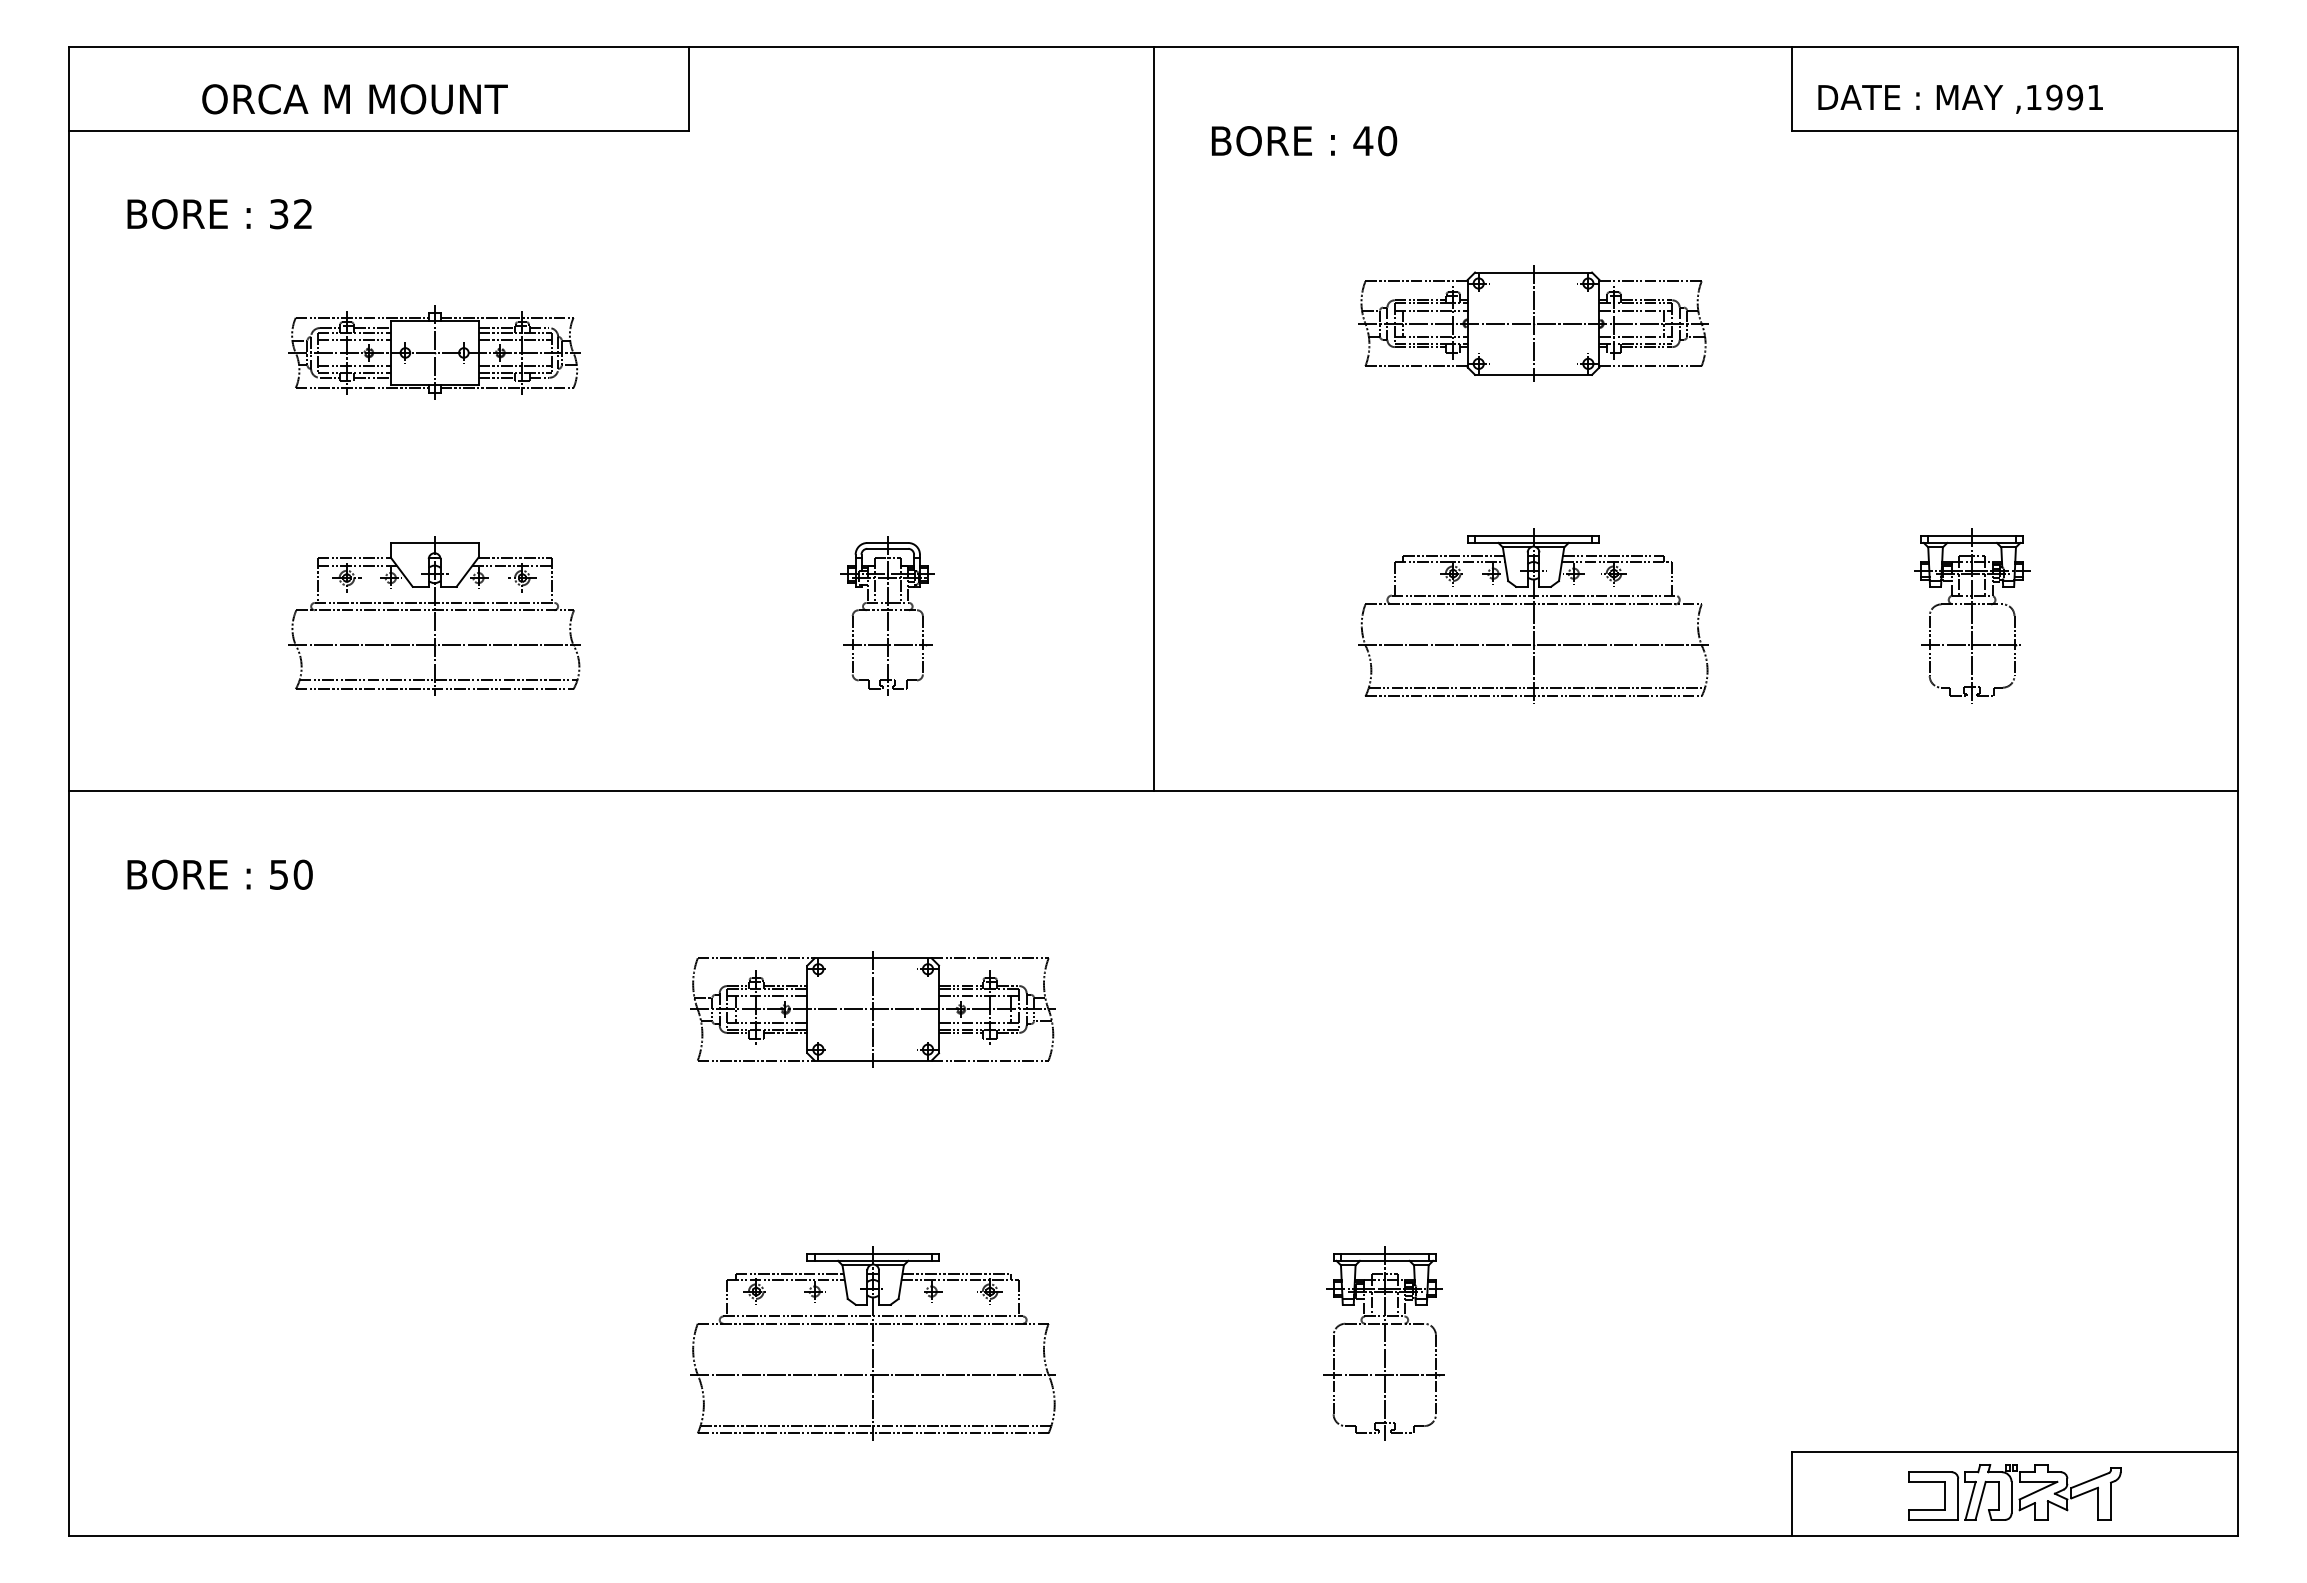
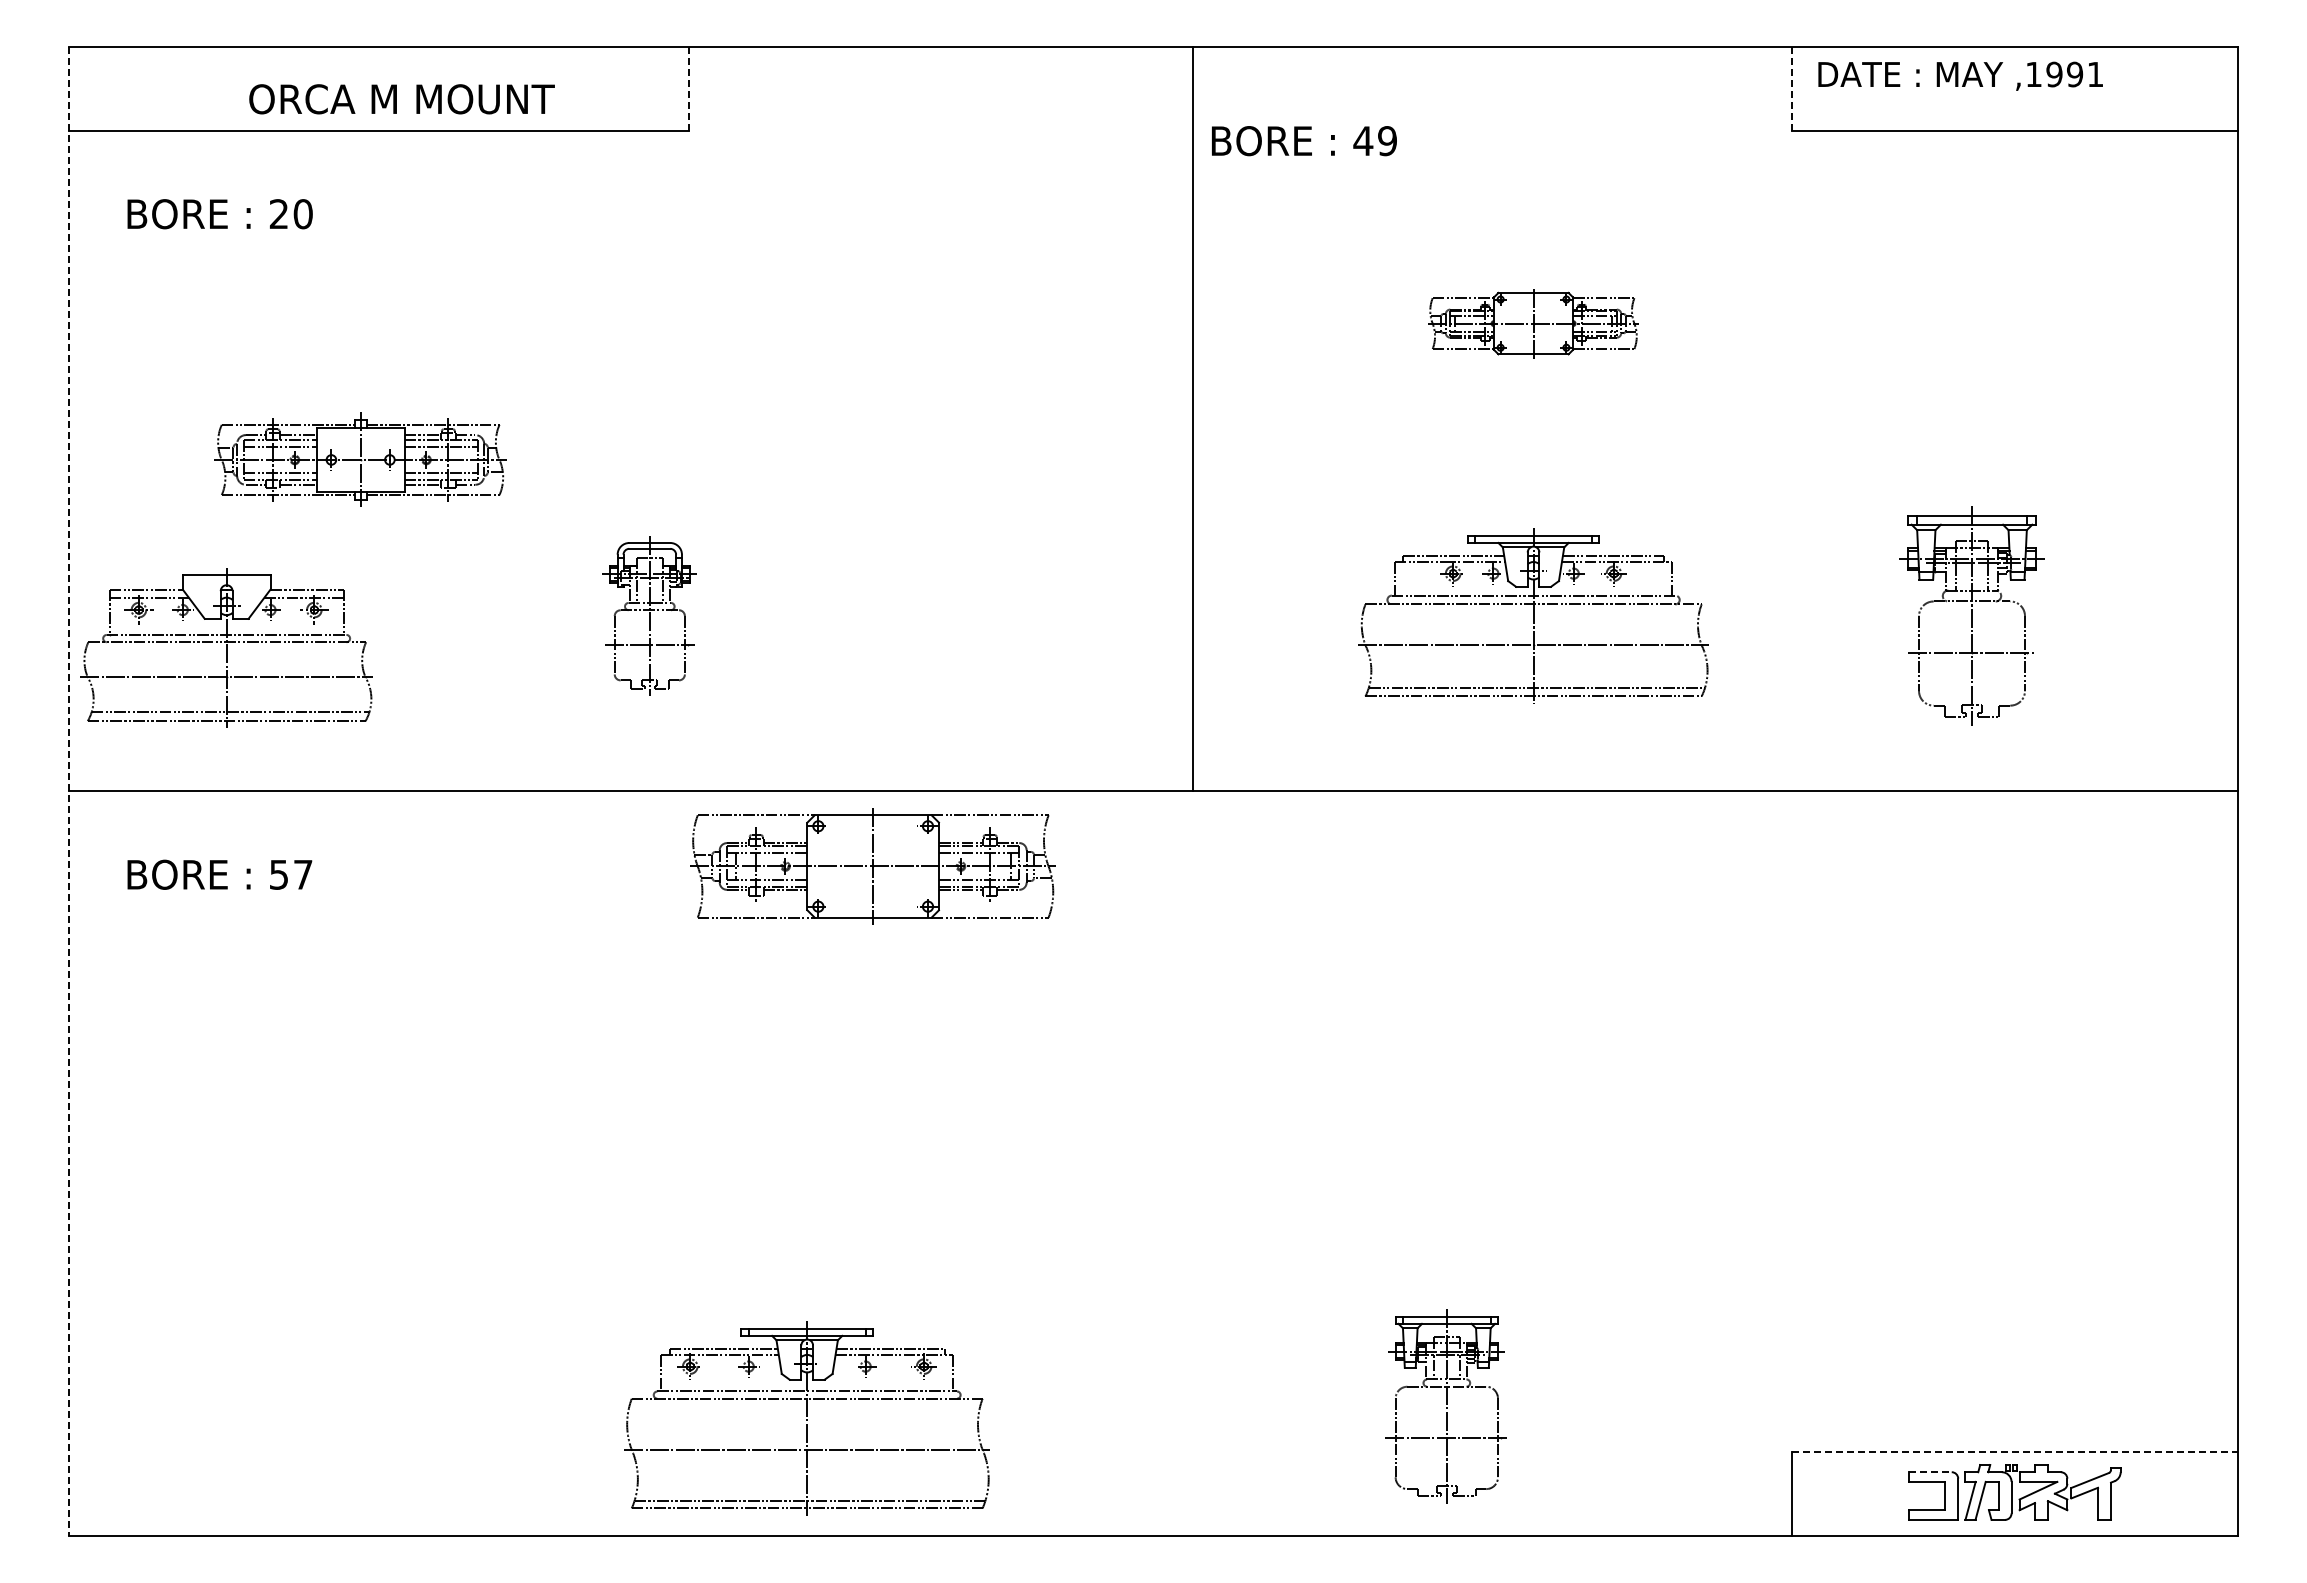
line at (689, 89): solid -> dashed
line at (1791, 89): solid -> dashed
text at (1960, 98) position: (1960, 98) -> (1960, 75)
text at (354, 99) position: (354, 99) -> (401, 99)
text at (1387, 141): 40 -> 49
text at (290, 214): 32 -> 20
part at (1533, 323) size: 351x117 px -> 211x70 px
part at (434, 352) position: (434, 352) -> (360, 459)
line at (1153, 419) position: (1153, 419) -> (1192, 419)
part at (434, 615) position: (434, 615) -> (226, 647)
part at (887, 615) position: (887, 615) -> (649, 615)
part at (1972, 615) size: 117x176 px -> 146x220 px
line at (69, 791): solid -> dashed
text at (302, 874): 50 -> 57
part at (872, 1009) position: (872, 1009) -> (872, 866)
part at (872, 1343) position: (872, 1343) -> (806, 1418)
part at (1383, 1343) position: (1383, 1343) -> (1445, 1406)
line at (2014, 1452): solid -> dashed
line at (1930, 1472): solid -> dashed
